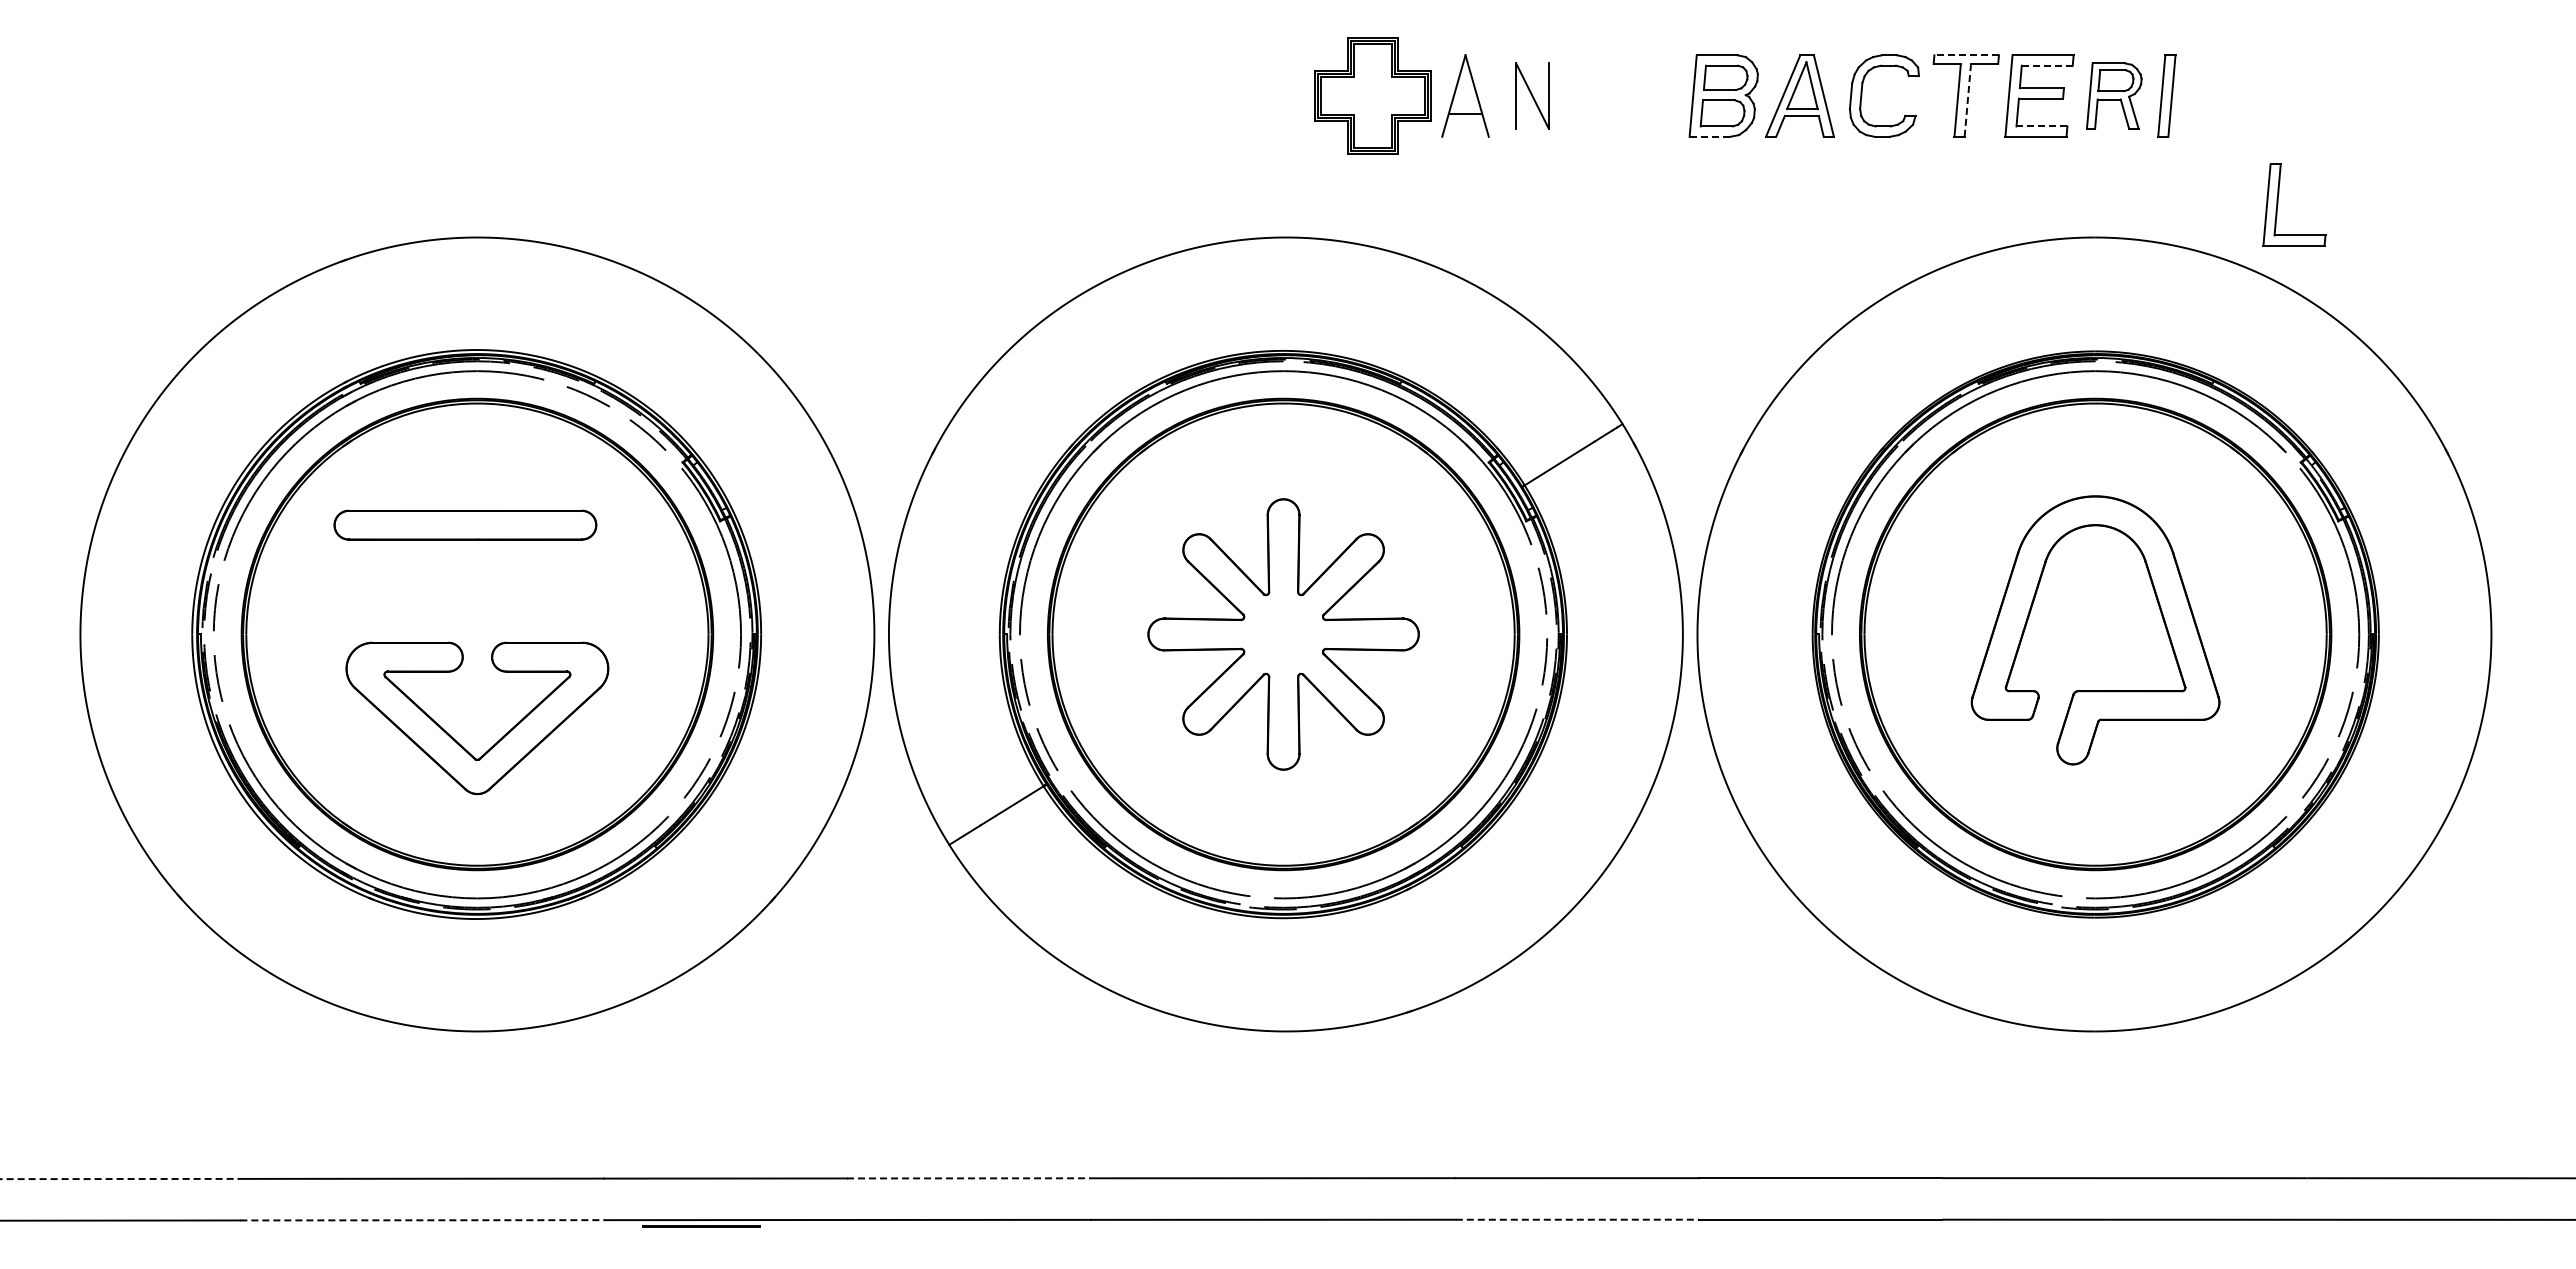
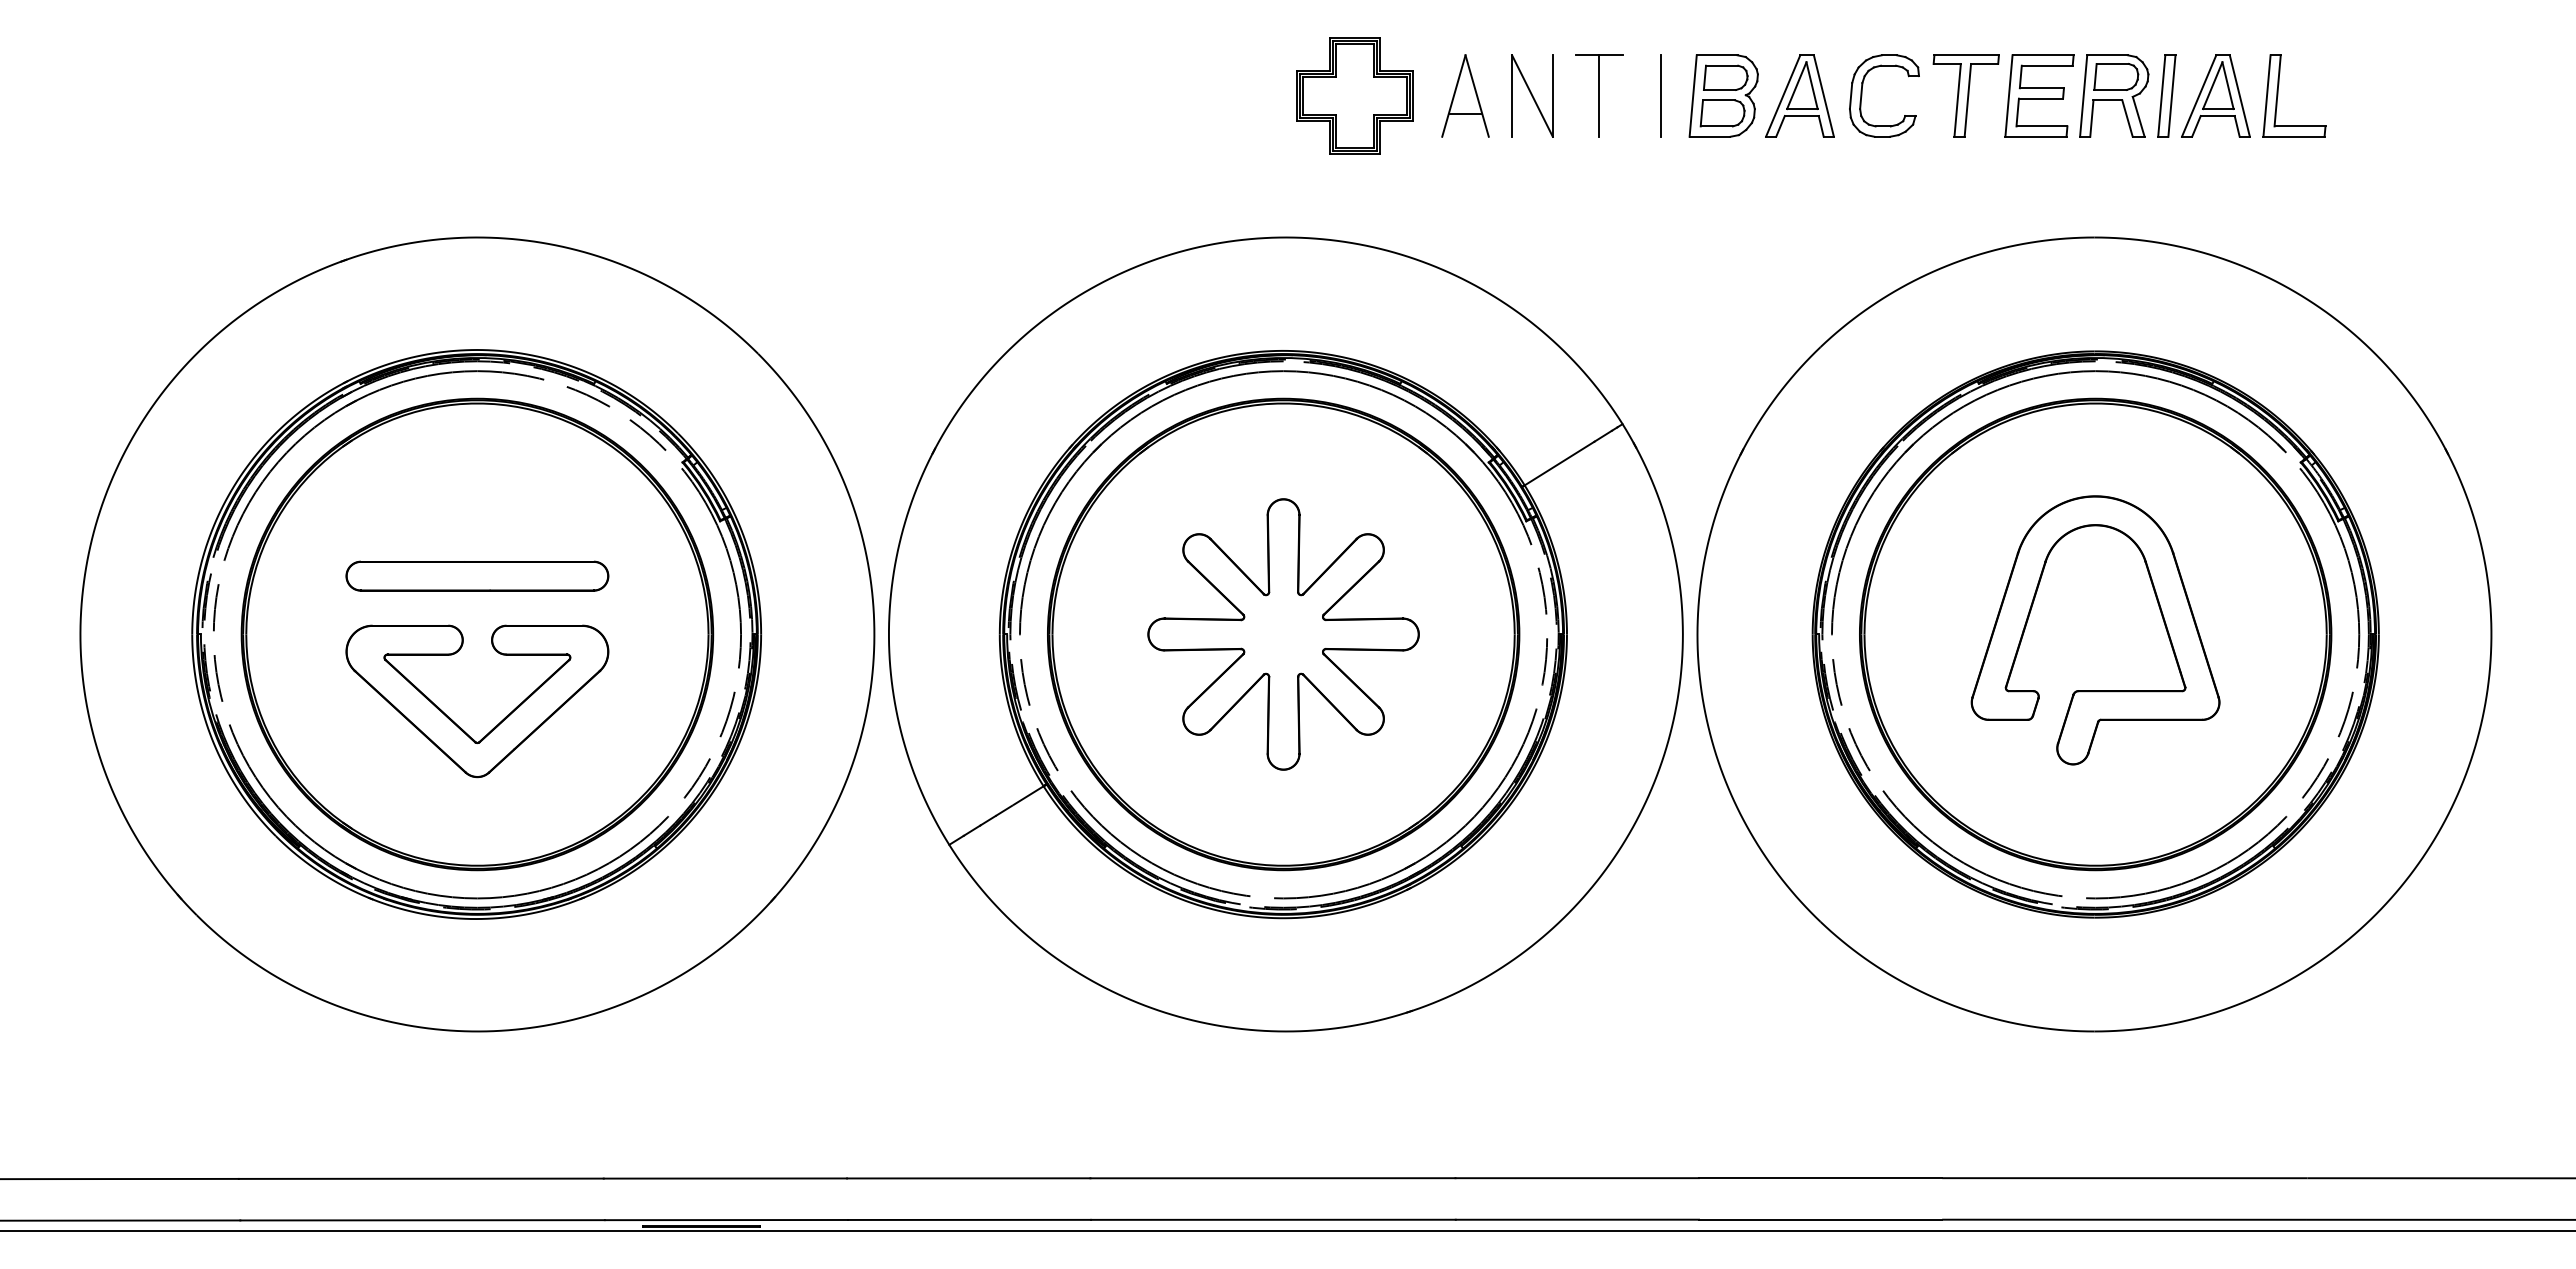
line at (1966, 55): dashed -> solid
line at (2047, 65): dashed -> solid
part at (1372, 95) position: (1372, 95) -> (1354, 95)
part at (1532, 95) size: 35x68 px -> 43x84 px
part at (1599, 95): none -> present
line at (1661, 95): none -> present
part at (2114, 95) size: 57x68 px -> 71x84 px
part at (2215, 95): none -> present
line at (1967, 100): dashed -> solid
line at (2041, 126): dashed -> solid
line at (1710, 136): dashed -> solid
part at (2278, 204) position: (2278, 204) -> (2278, 95)
part at (465, 524) position: (465, 524) -> (477, 575)
part at (455, 739) position: (455, 739) -> (455, 722)
line at (968, 1178): dashed -> solid
line at (120, 1179): dashed -> solid
line at (1577, 1219): dashed -> solid
line at (423, 1220): dashed -> solid
line at (1287, 1231): none -> present
